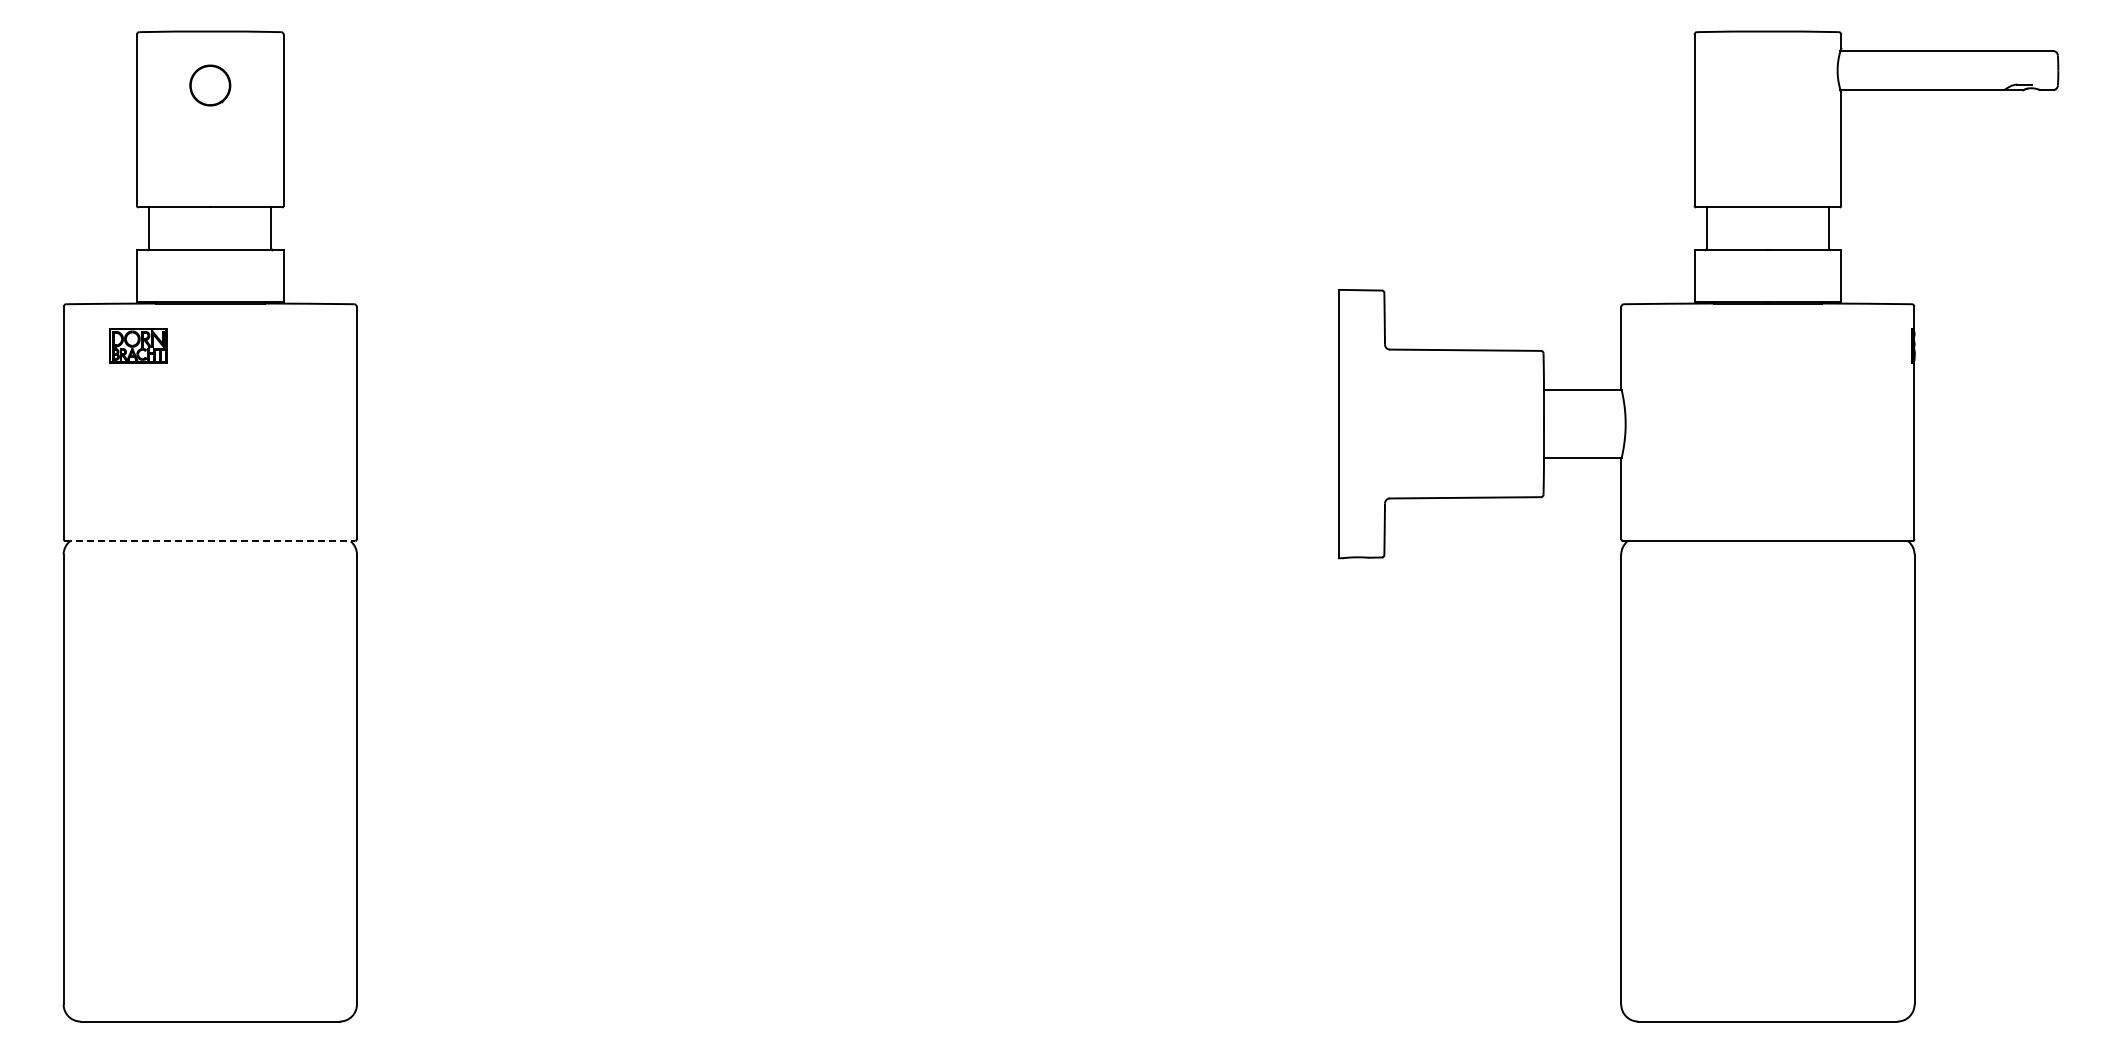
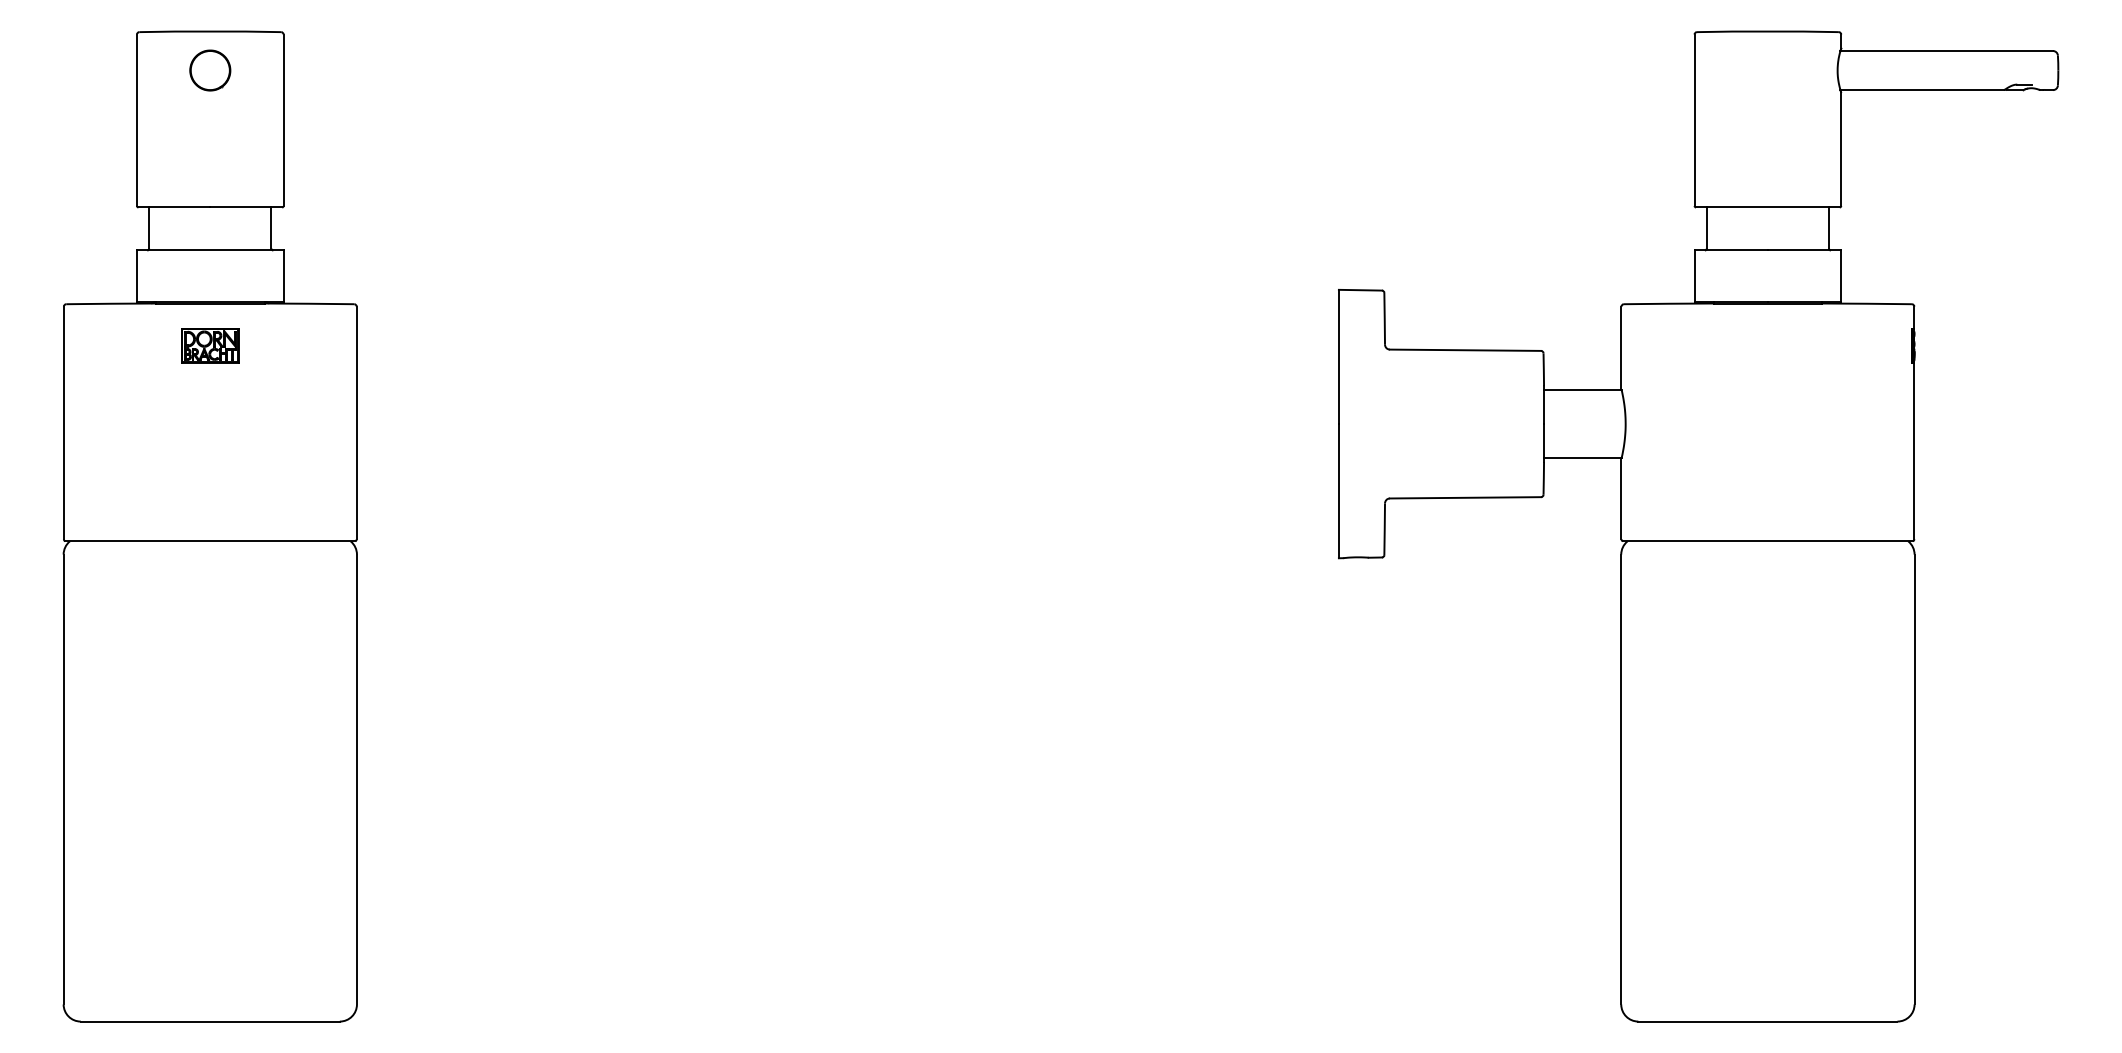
part at (210, 85) position: (210, 85) -> (210, 70)
part at (138, 345) position: (138, 345) -> (210, 345)
line at (210, 541): dashed -> solid
